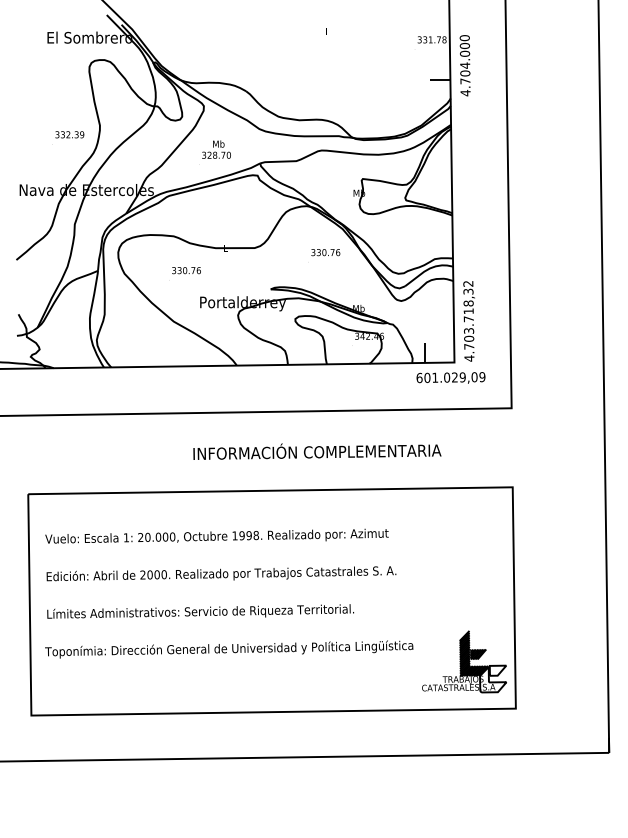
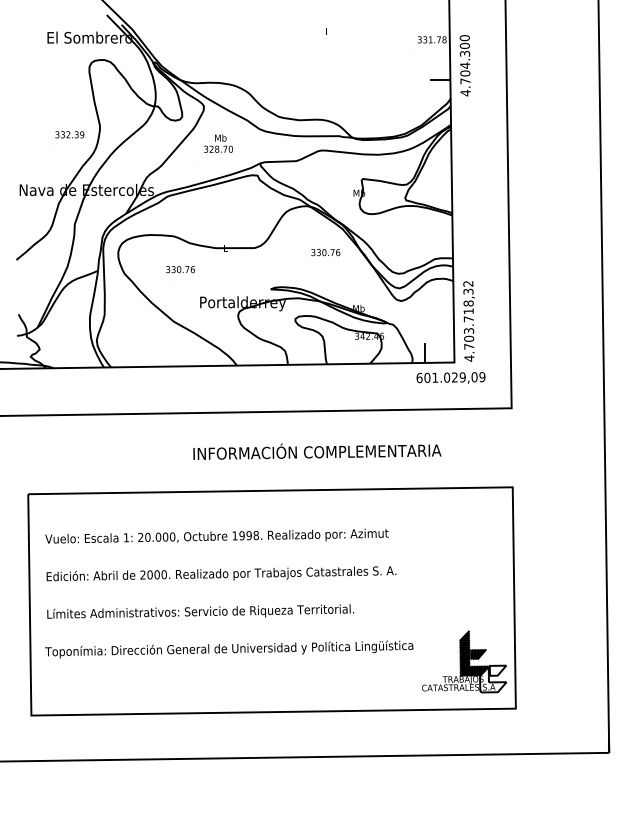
text at (465, 53): 4.704.000 -> 4.704.300
text at (216, 149) position: (216, 149) -> (218, 143)
text at (186, 270) position: (186, 270) -> (180, 269)
